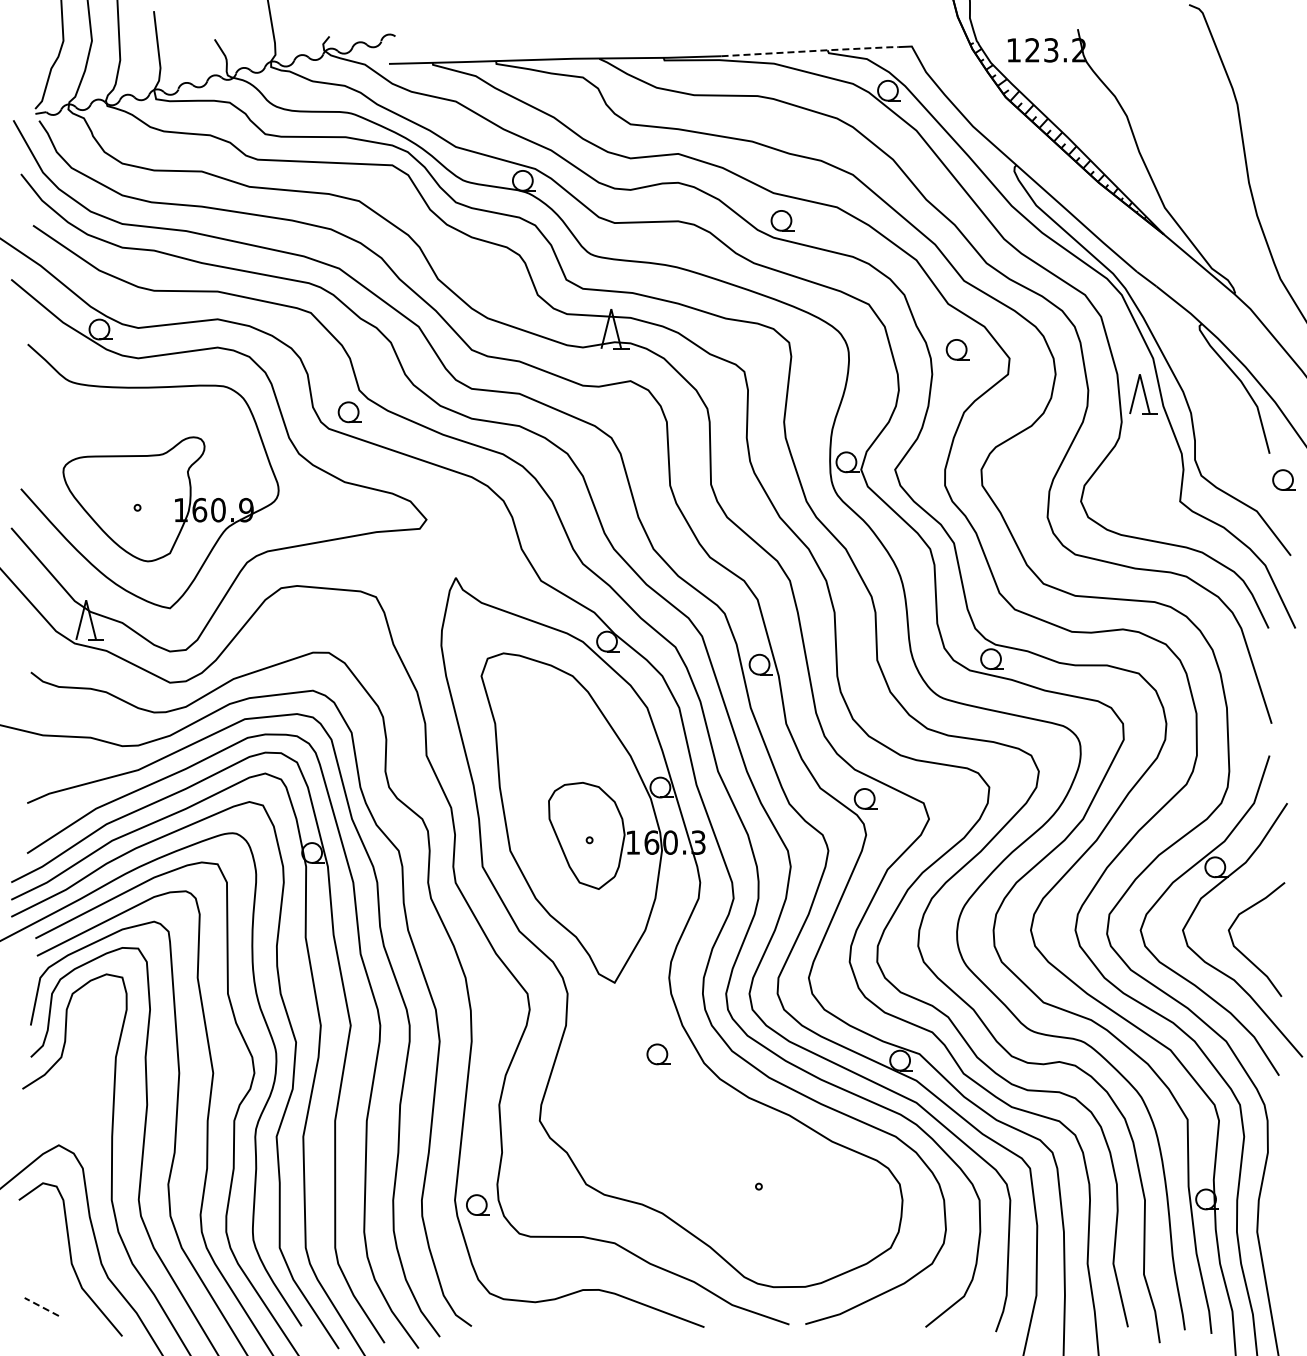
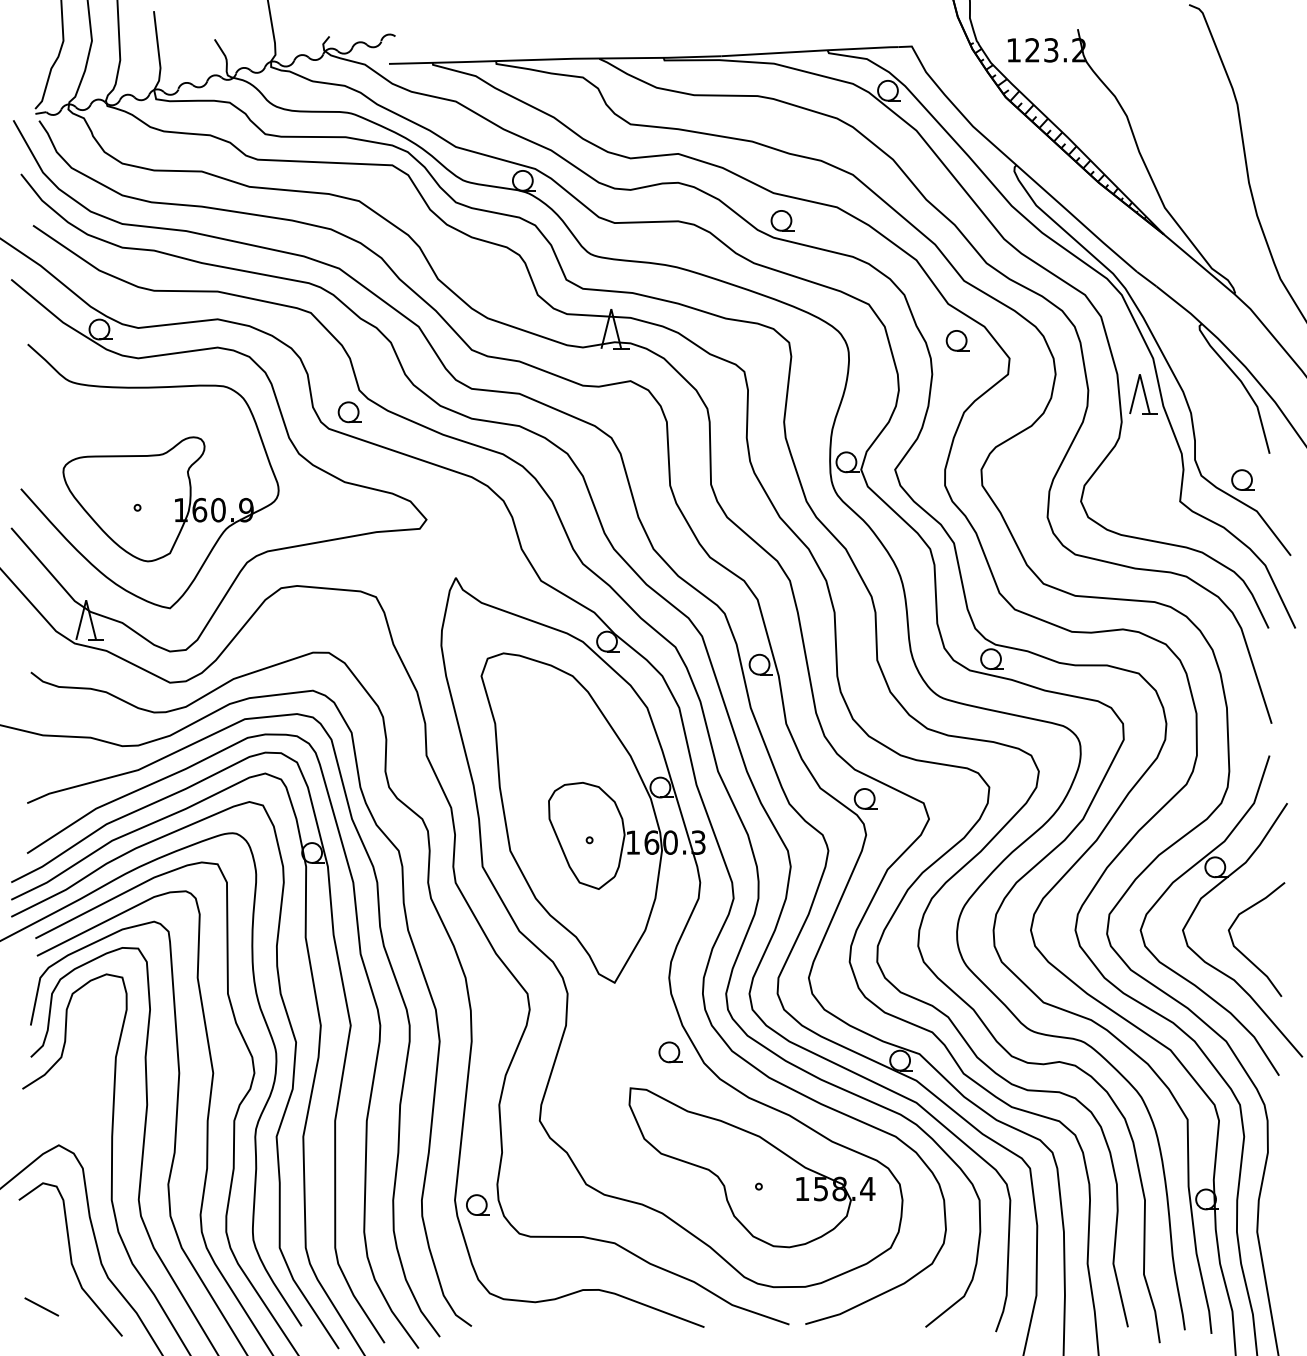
line at (811, 51): dashed -> solid
part at (957, 349) position: (957, 349) -> (957, 340)
part at (1283, 479) position: (1283, 479) -> (1242, 479)
part at (658, 1054) position: (658, 1054) -> (670, 1052)
part at (751, 1167): none -> present
line at (41, 1306): dashed -> solid
